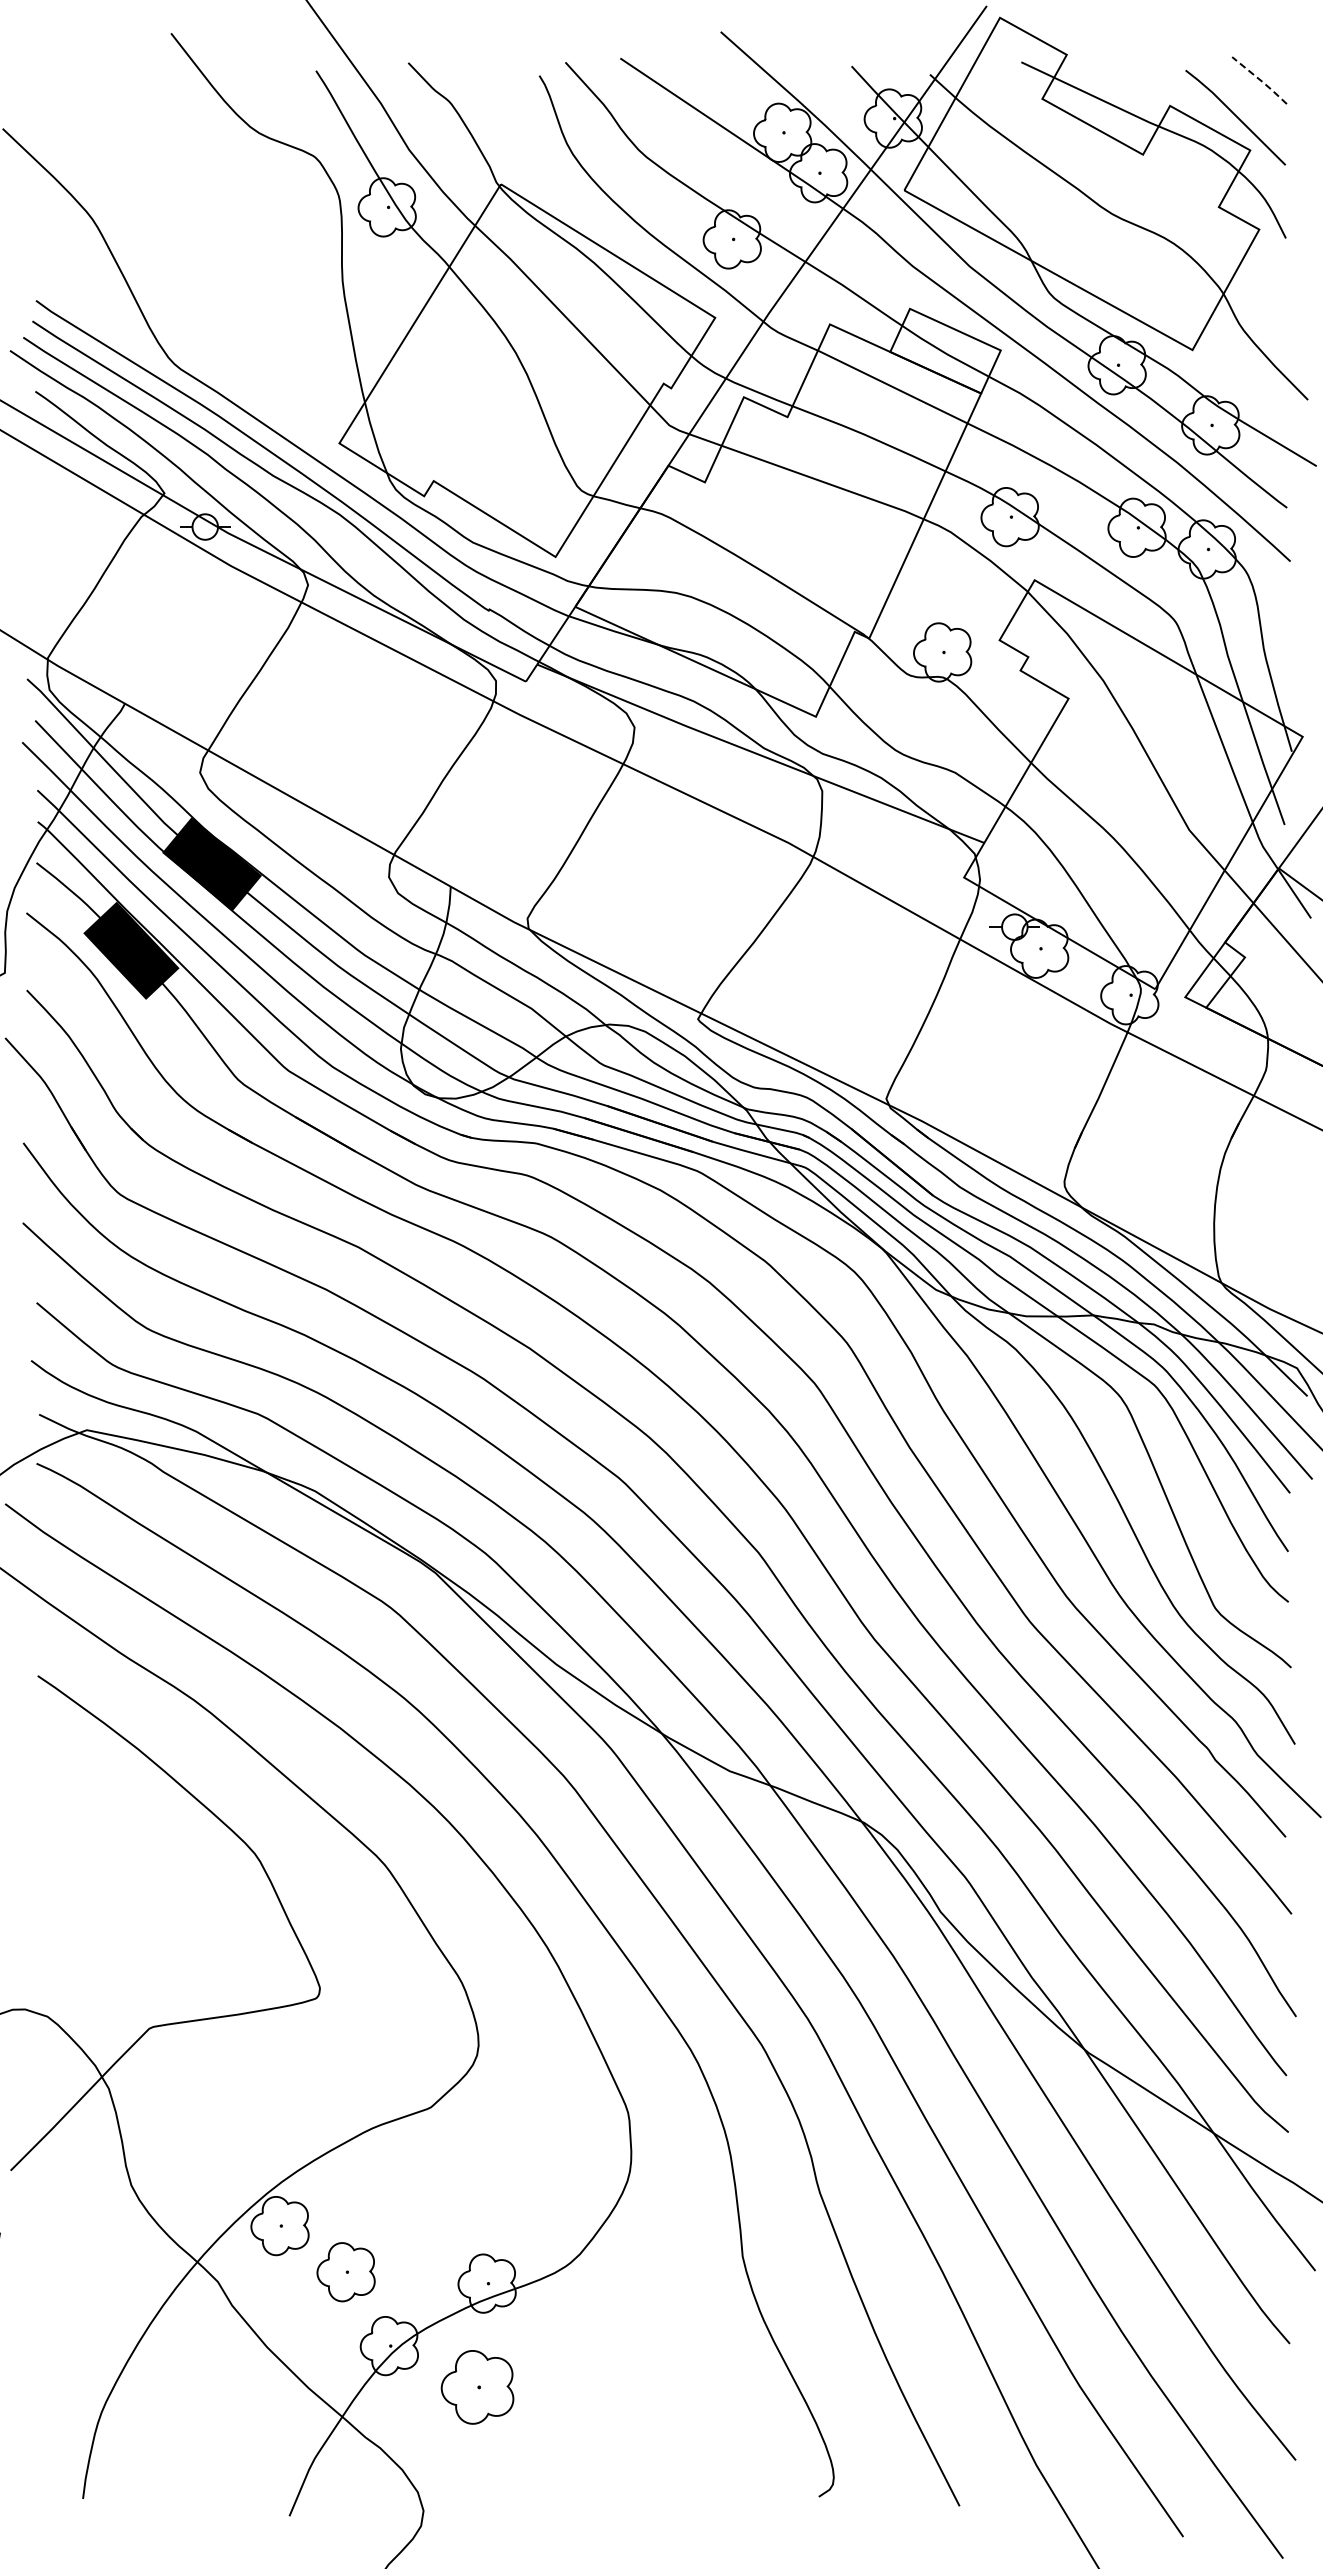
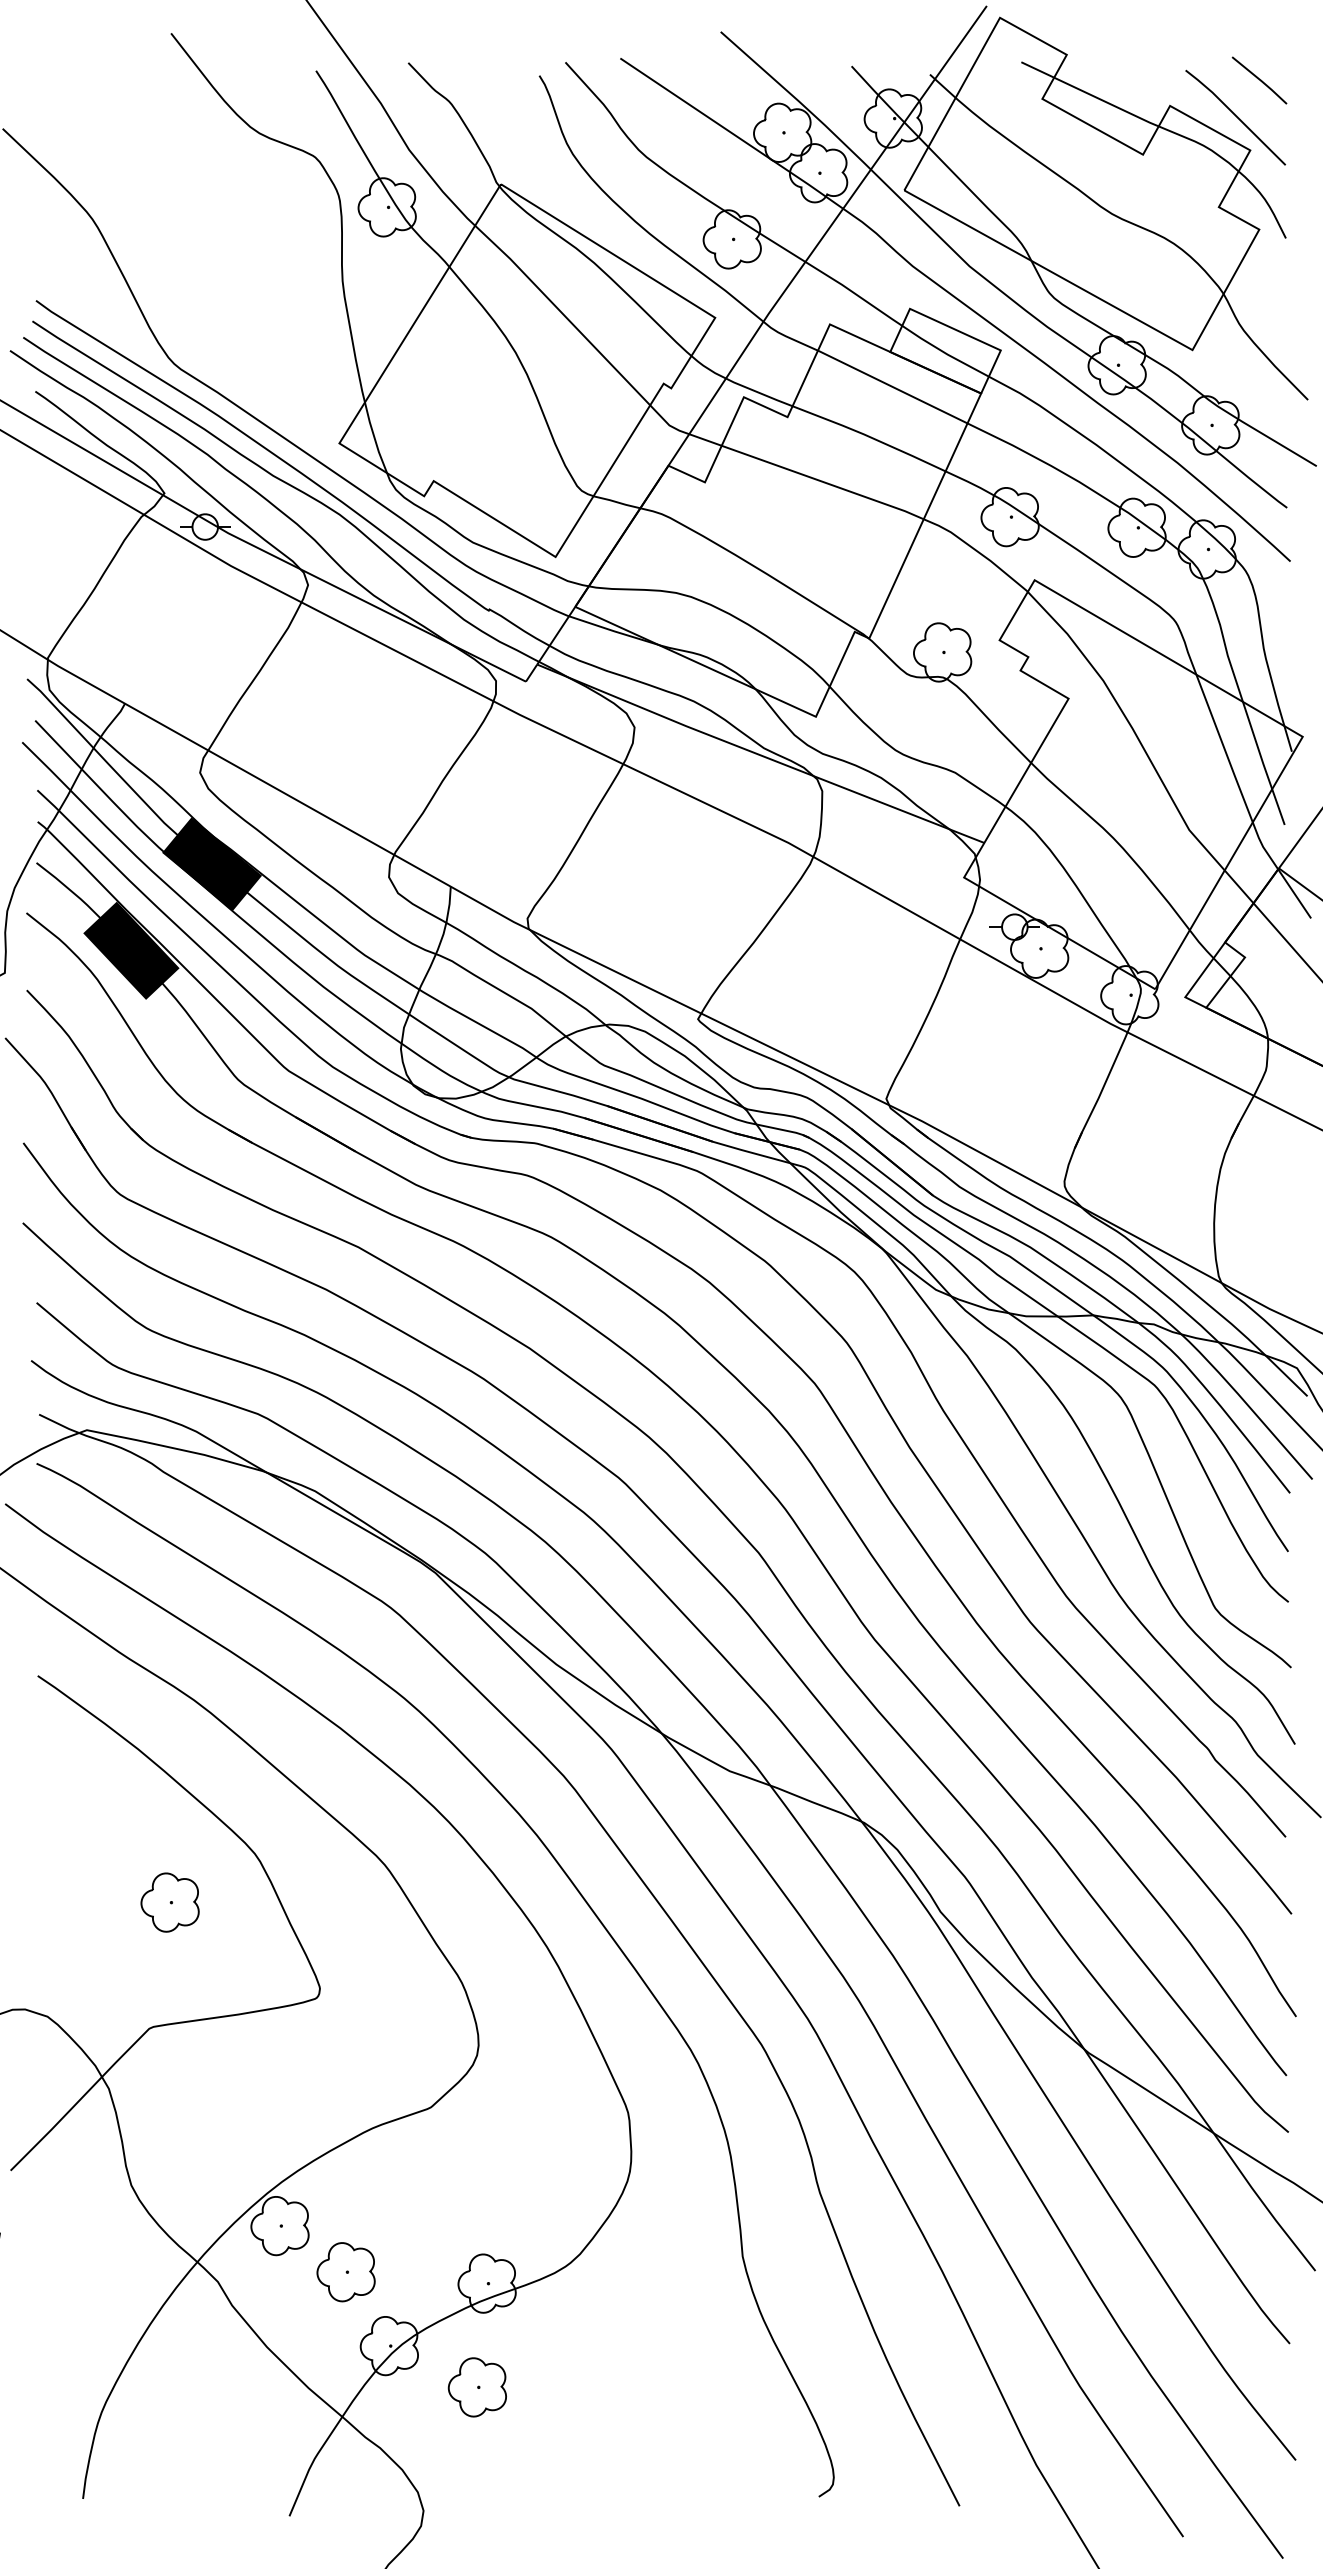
line at (1260, 80): dashed -> solid
part at (169, 1902): none -> present
part at (477, 2387) size: 75x75 px -> 60x61 px
